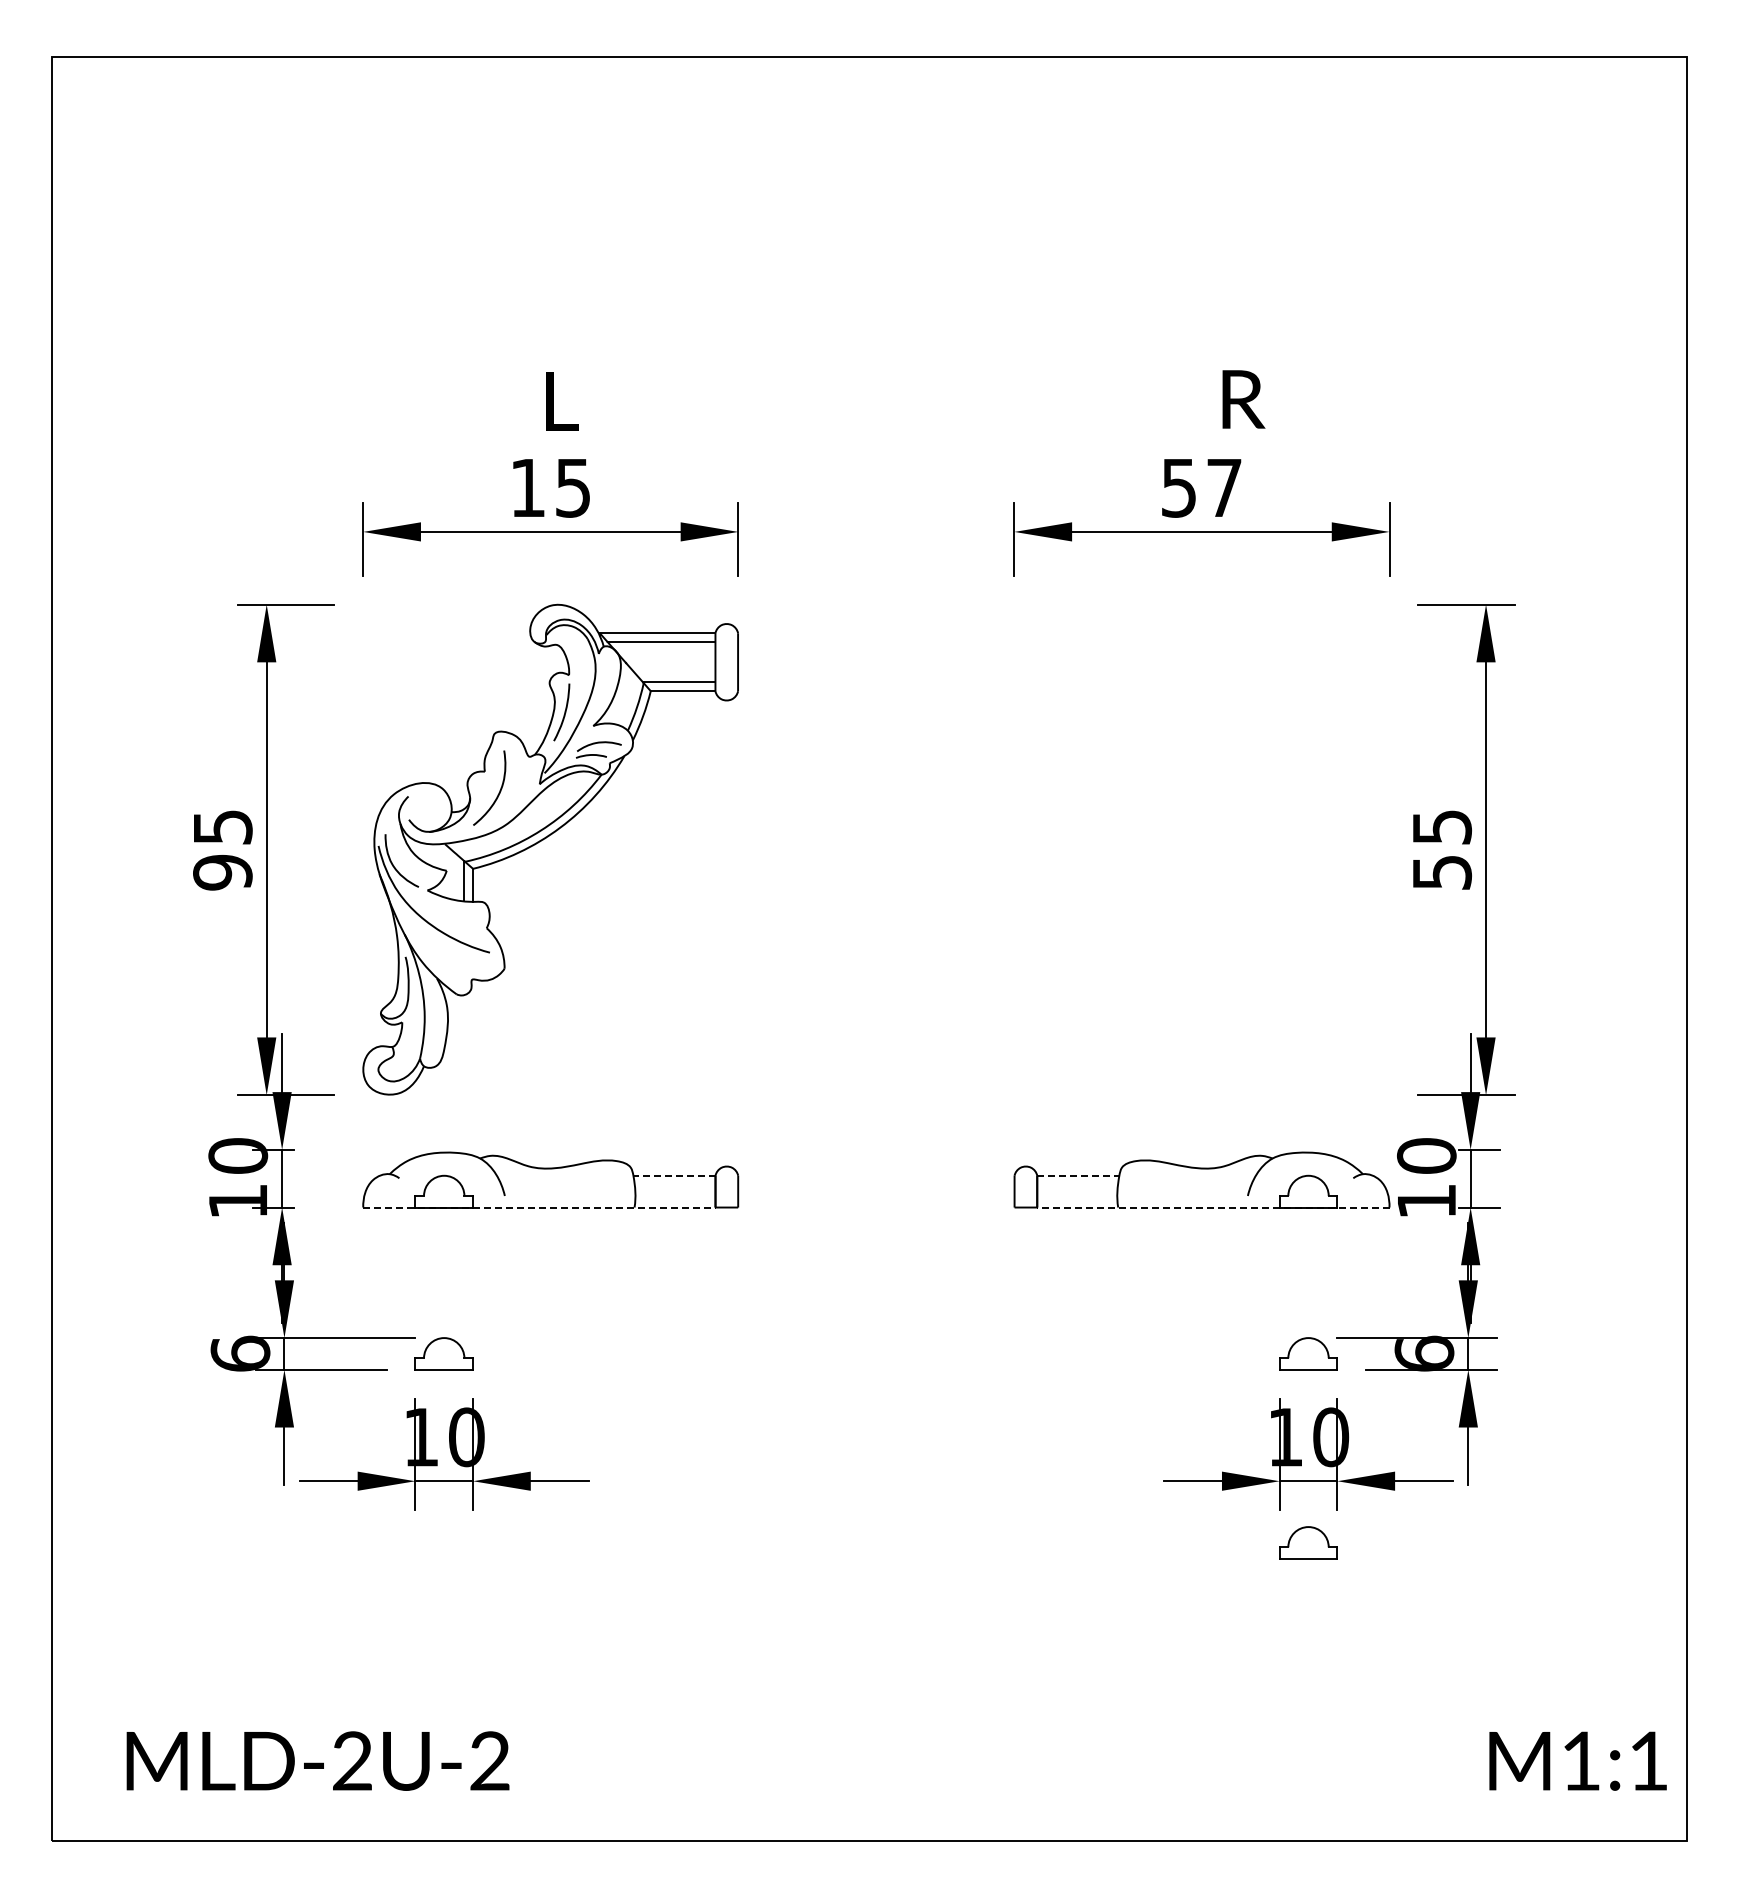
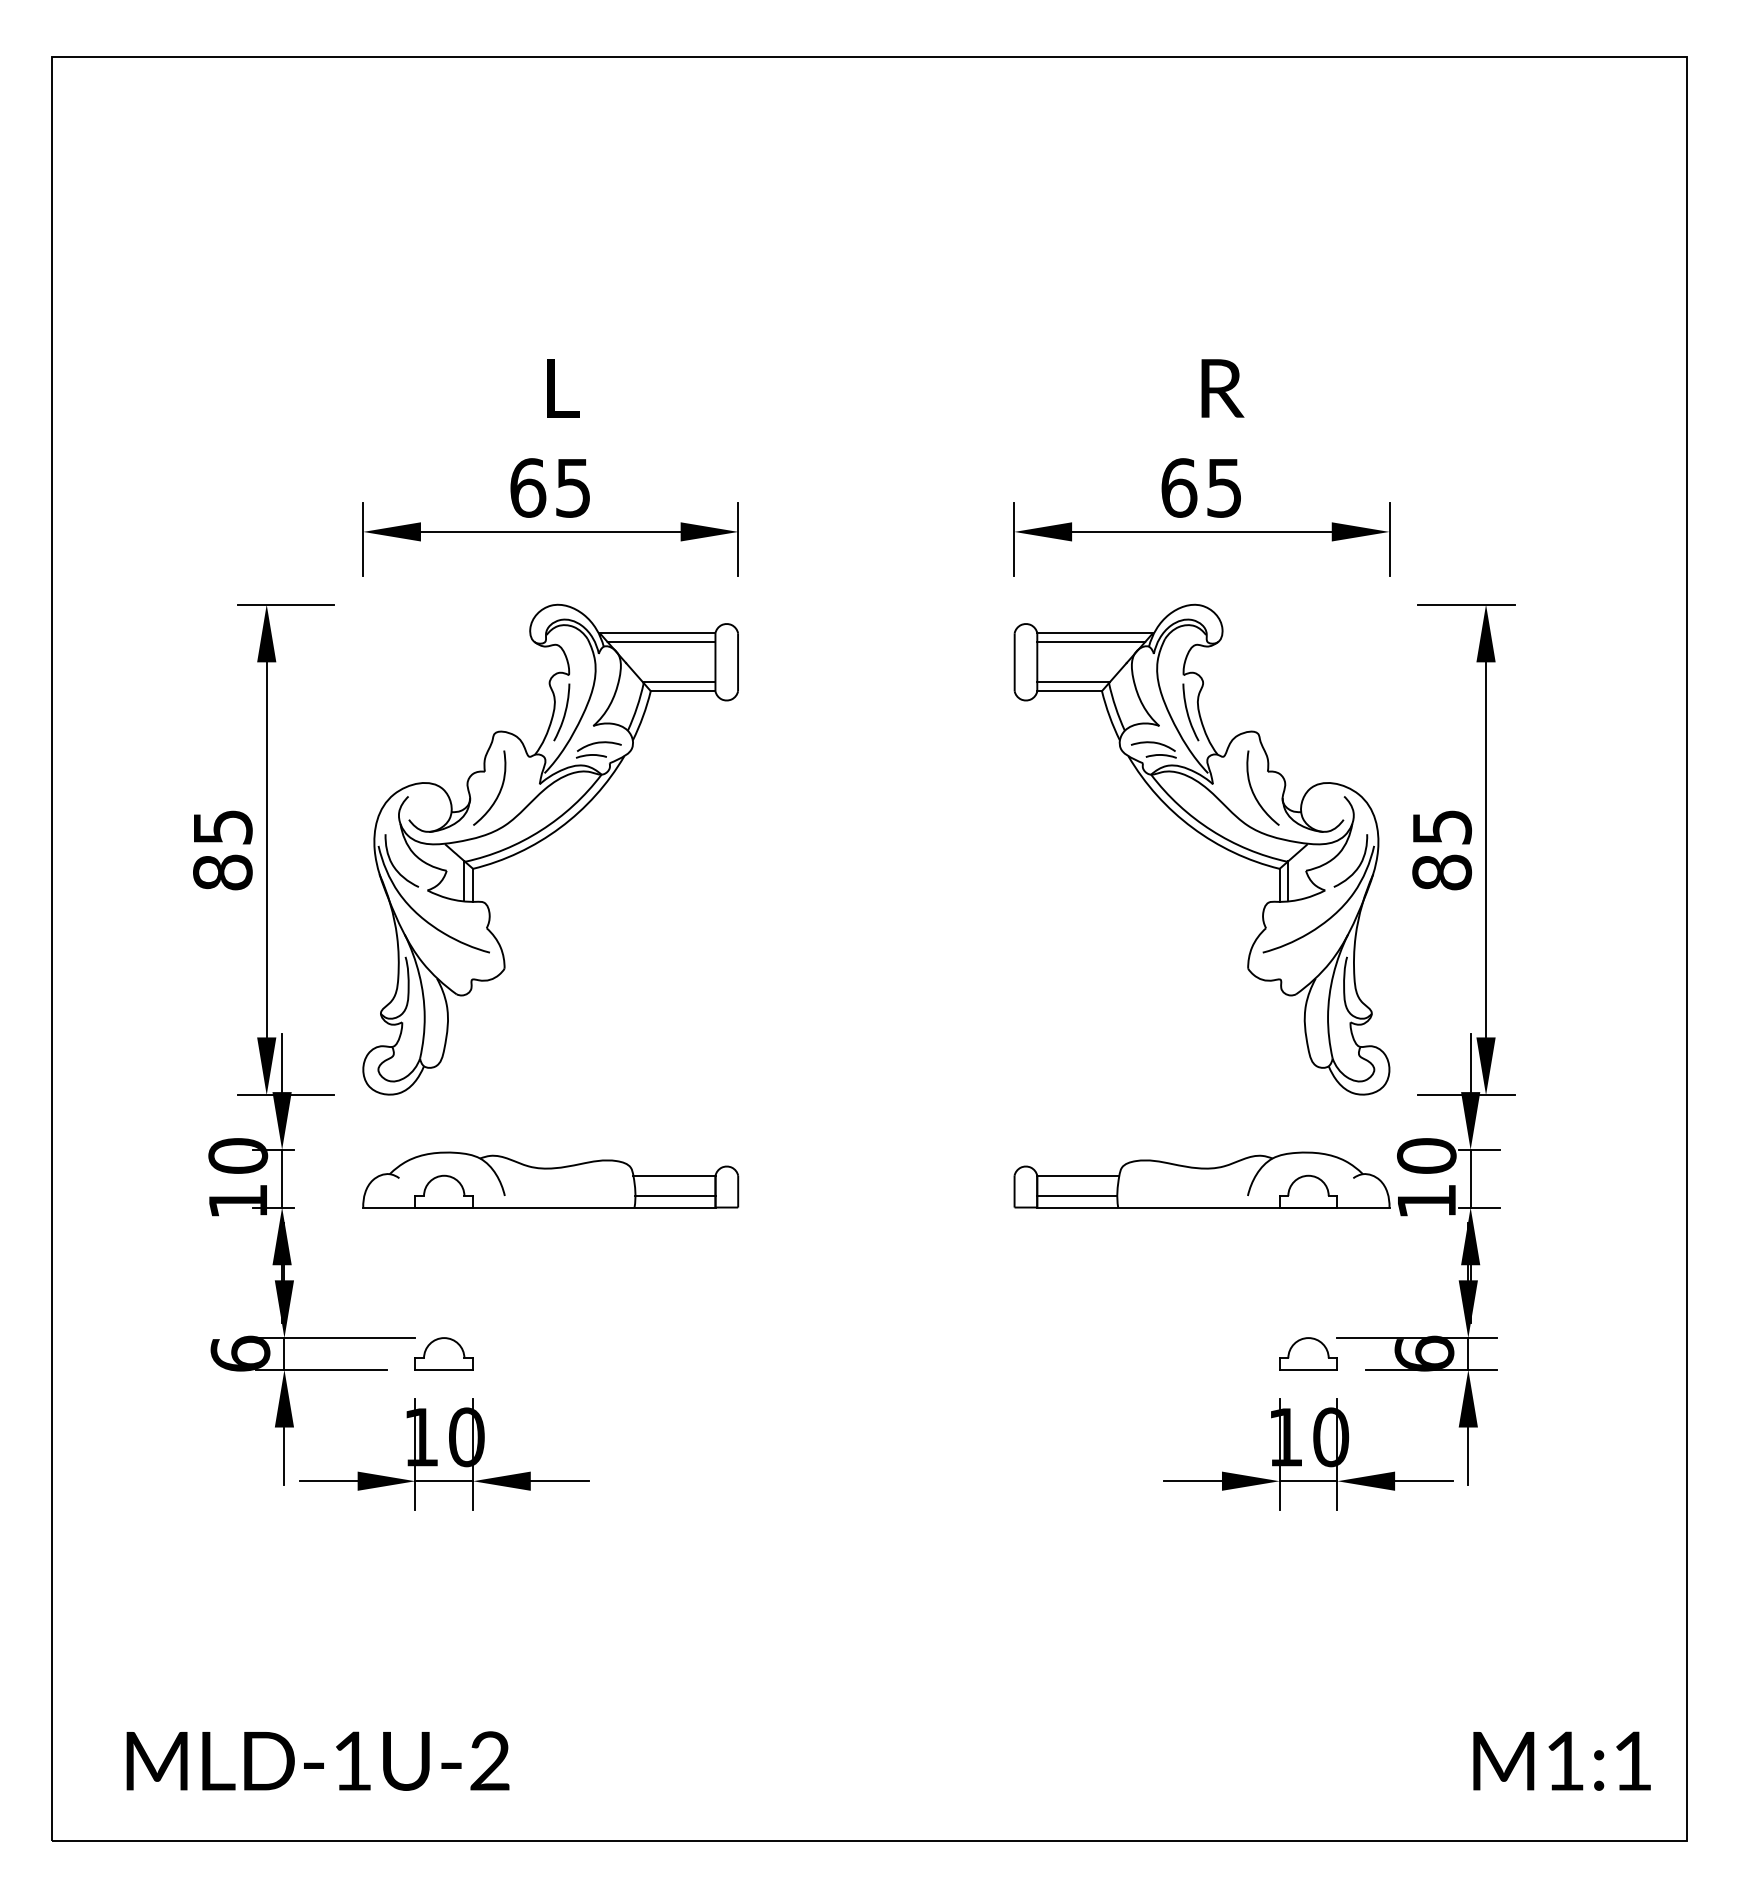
text at (1243, 399) position: (1243, 399) -> (1222, 388)
text at (562, 401) position: (562, 401) -> (563, 388)
text at (528, 487): 15 -> 65
text at (1201, 487): 57 -> 65
part at (1207, 839): none -> present
text at (222, 872): 95 -> 85
text at (1442, 872): 55 -> 85
line at (673, 1175): dashed -> solid
line at (1078, 1175): dashed -> solid
line at (675, 1195): none -> present
line at (1077, 1195): none -> present
line at (539, 1207): dashed -> solid
line at (1212, 1207): dashed -> solid
part at (1308, 1542): present -> none
text at (352, 1760): MLD-2U-2 -> MLD-1U-2
text at (1577, 1760) position: (1577, 1760) -> (1561, 1760)
